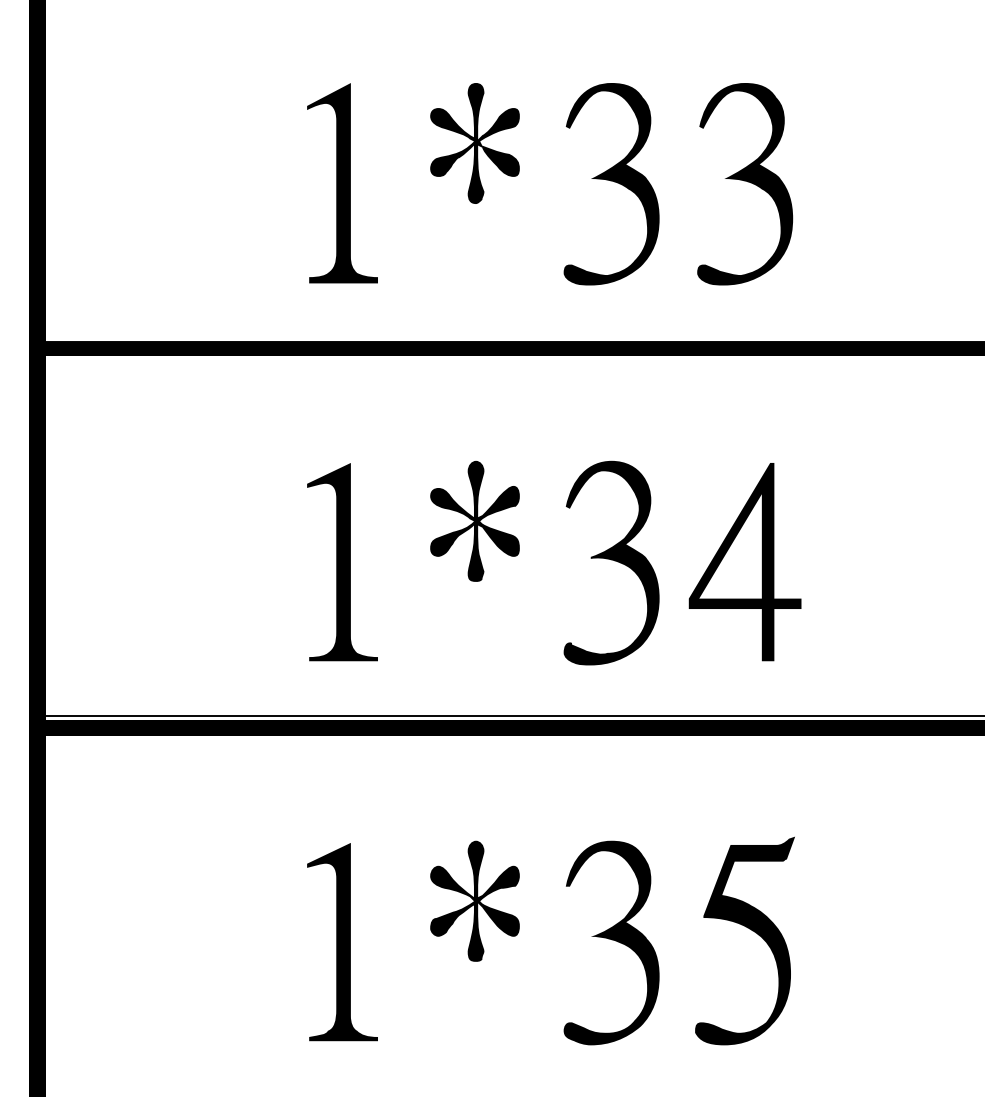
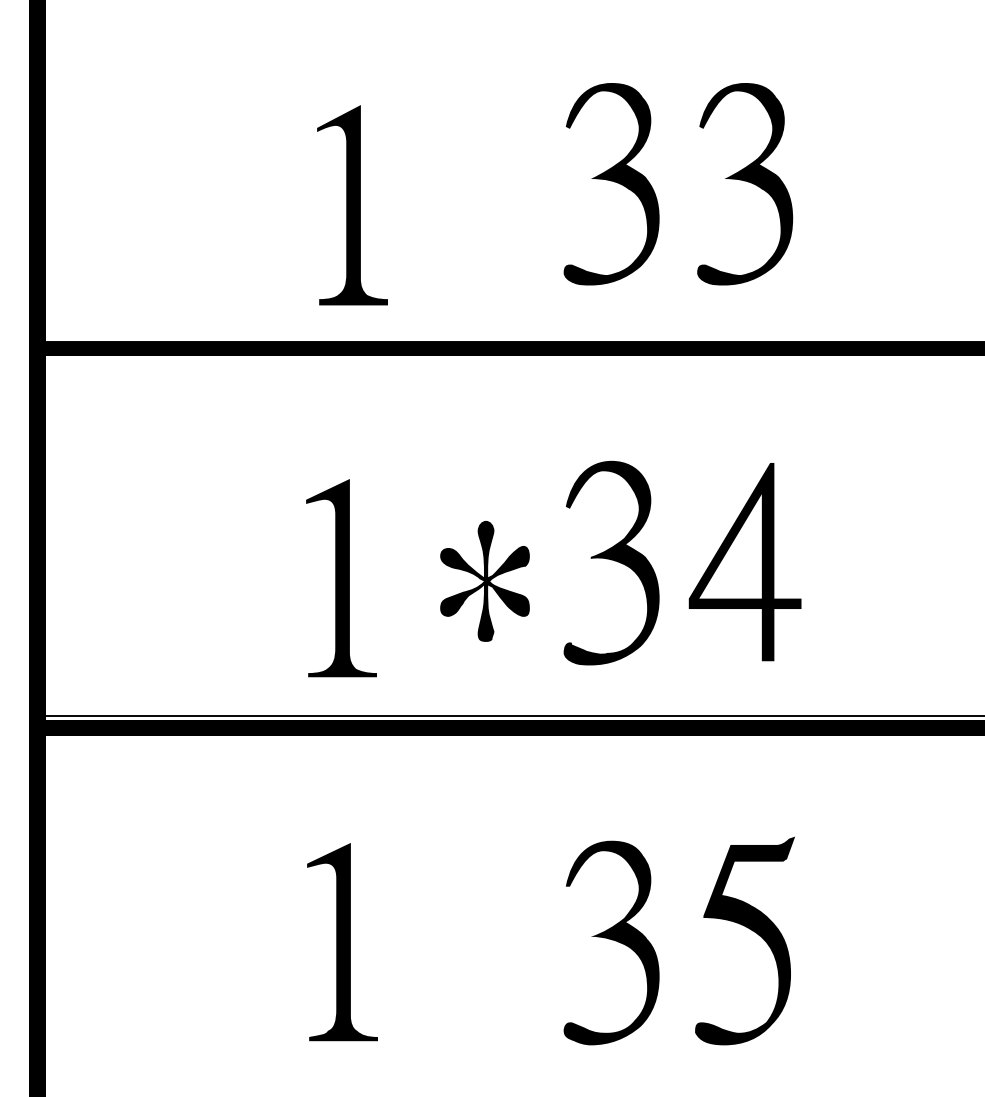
fill at (474, 143): present -> none
part at (342, 183) position: (342, 183) -> (352, 205)
part at (474, 521) position: (474, 521) -> (484, 581)
part at (342, 562) position: (342, 562) -> (341, 578)
fill at (474, 900): present -> none
